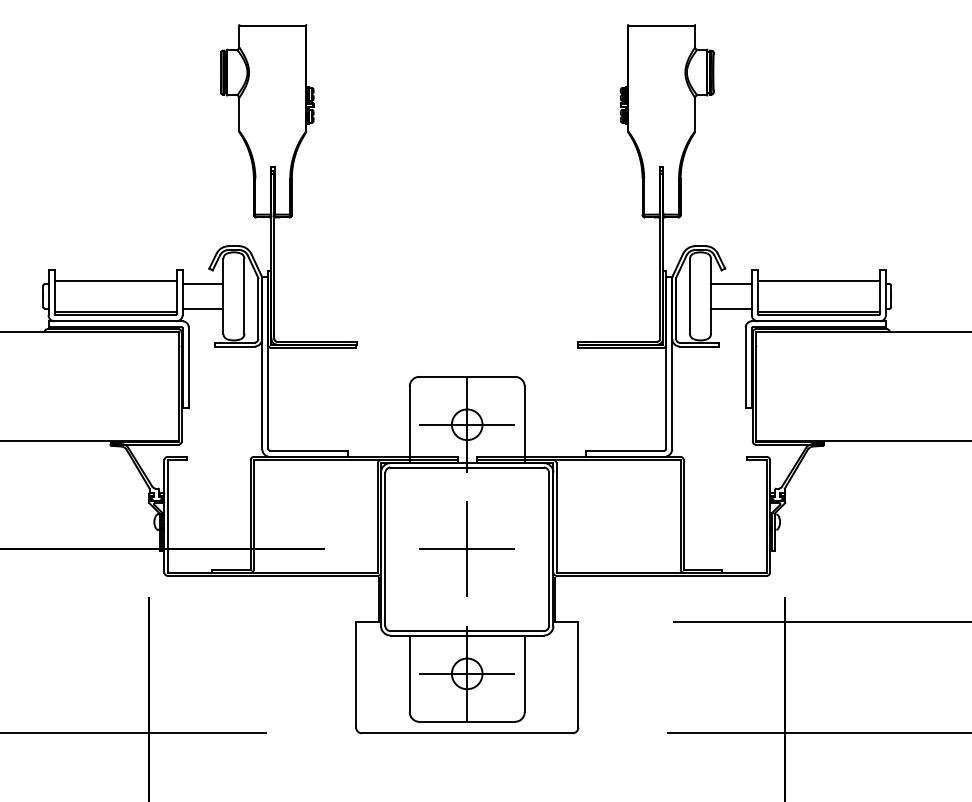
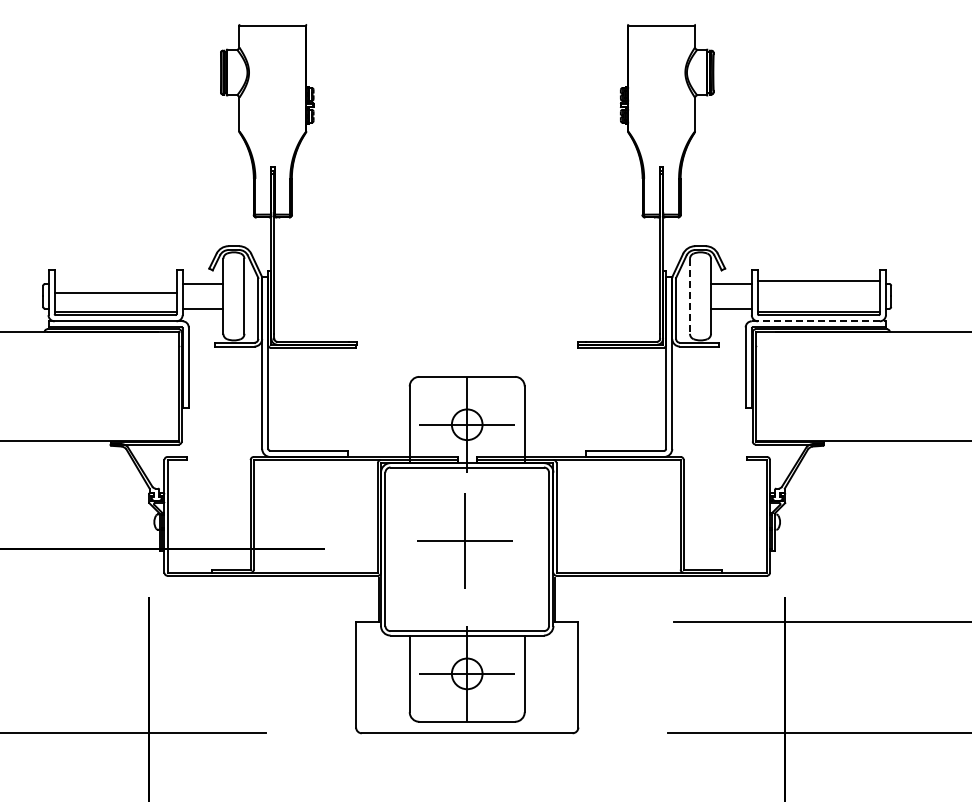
line at (115, 281) position: (115, 281) -> (115, 293)
line at (689, 296): solid -> dashed
line at (819, 321): solid -> dashed
part at (466, 548) position: (466, 548) -> (464, 540)
